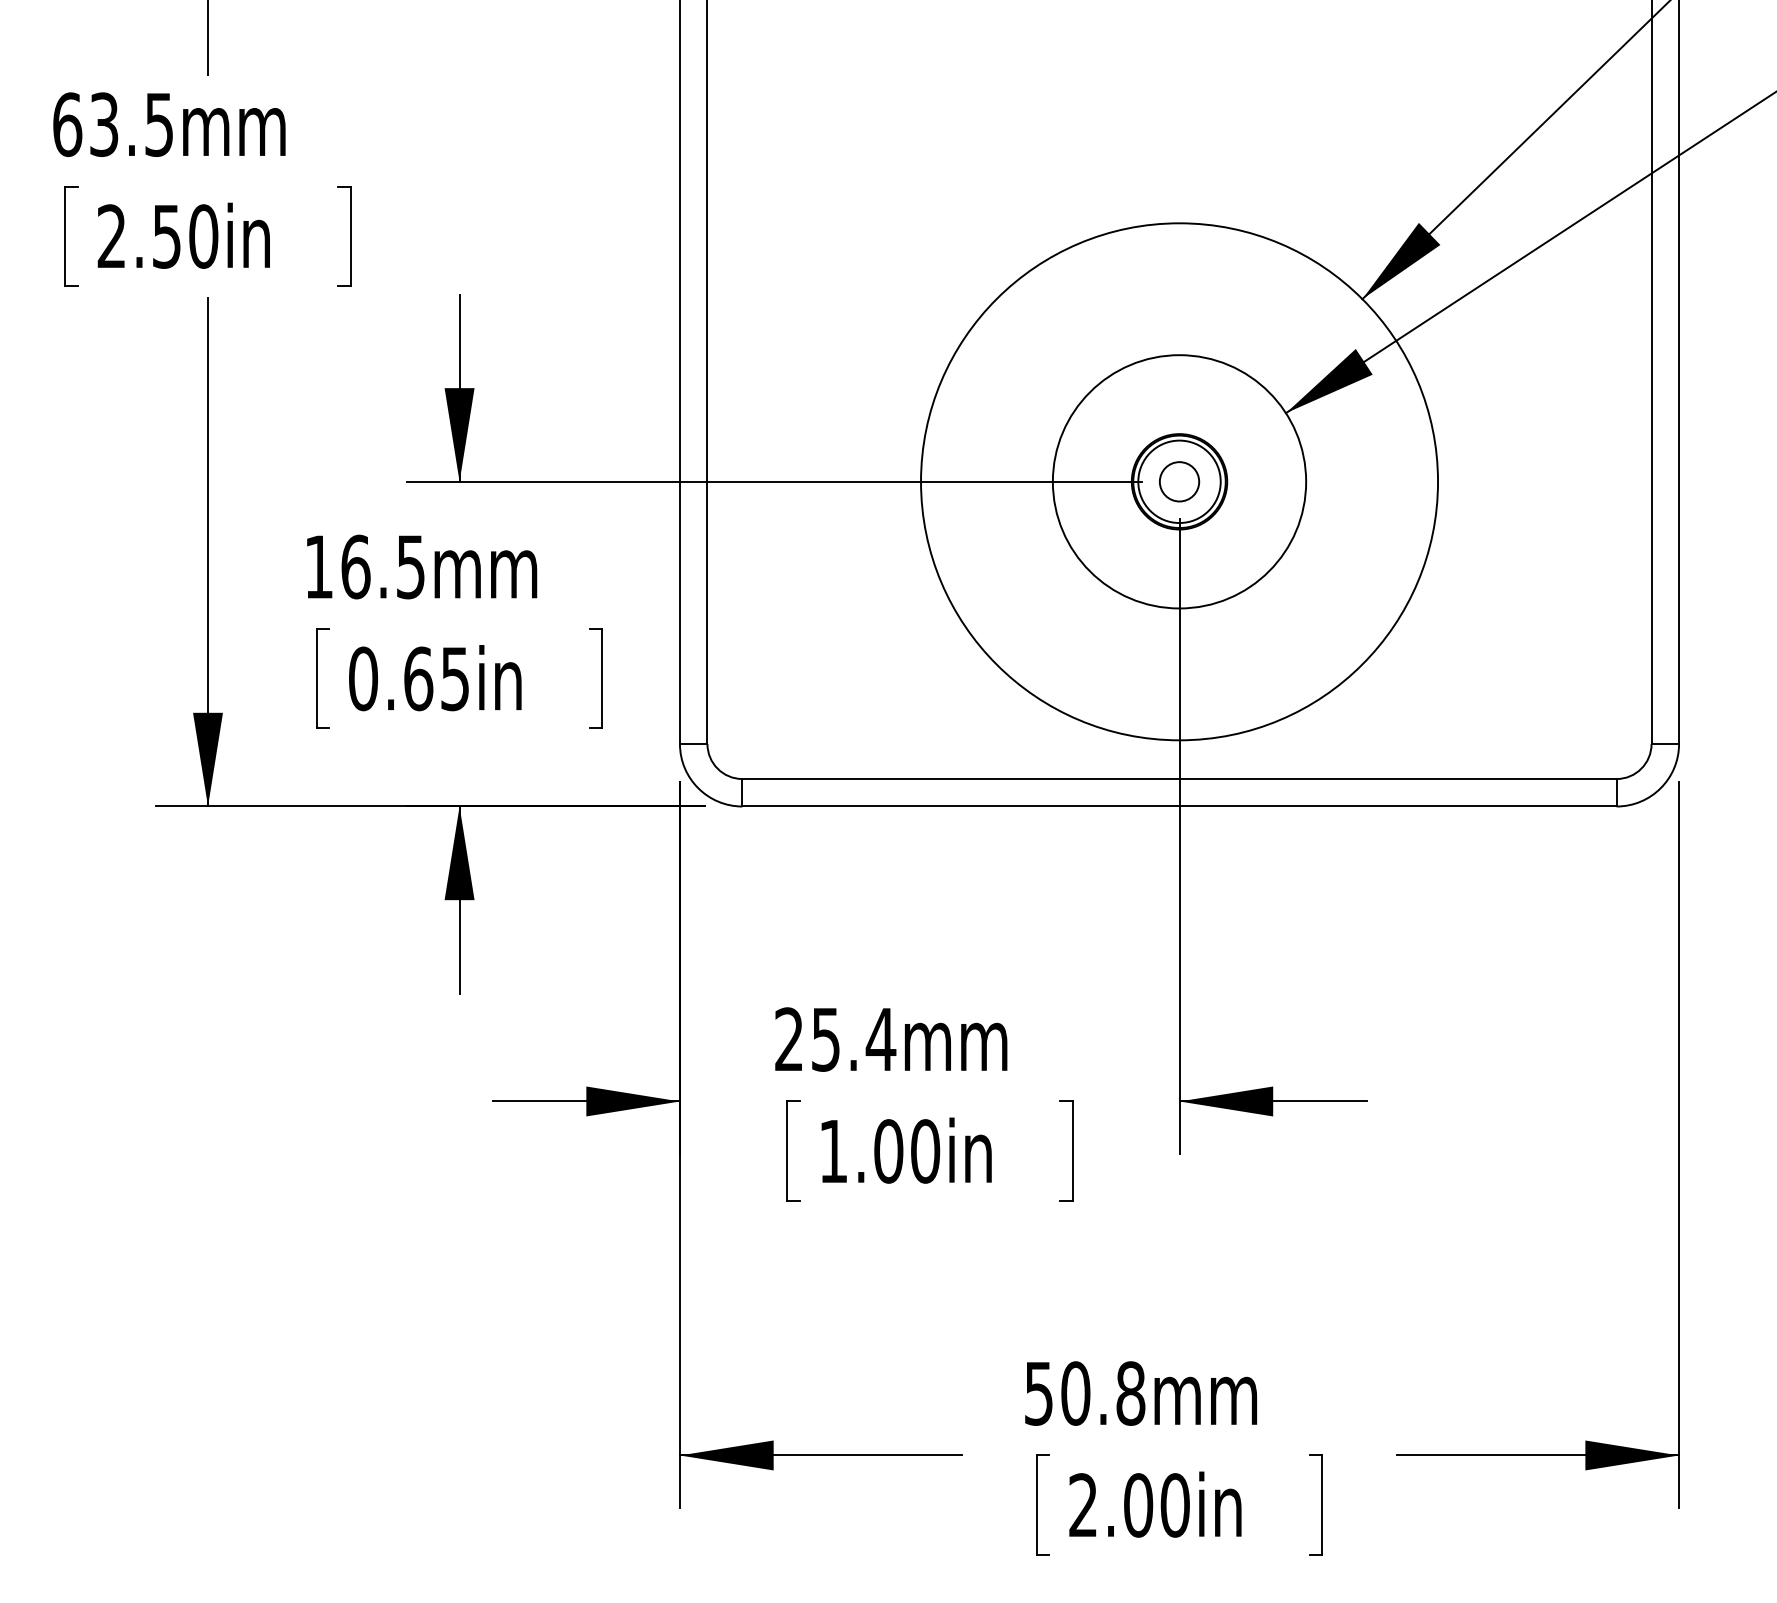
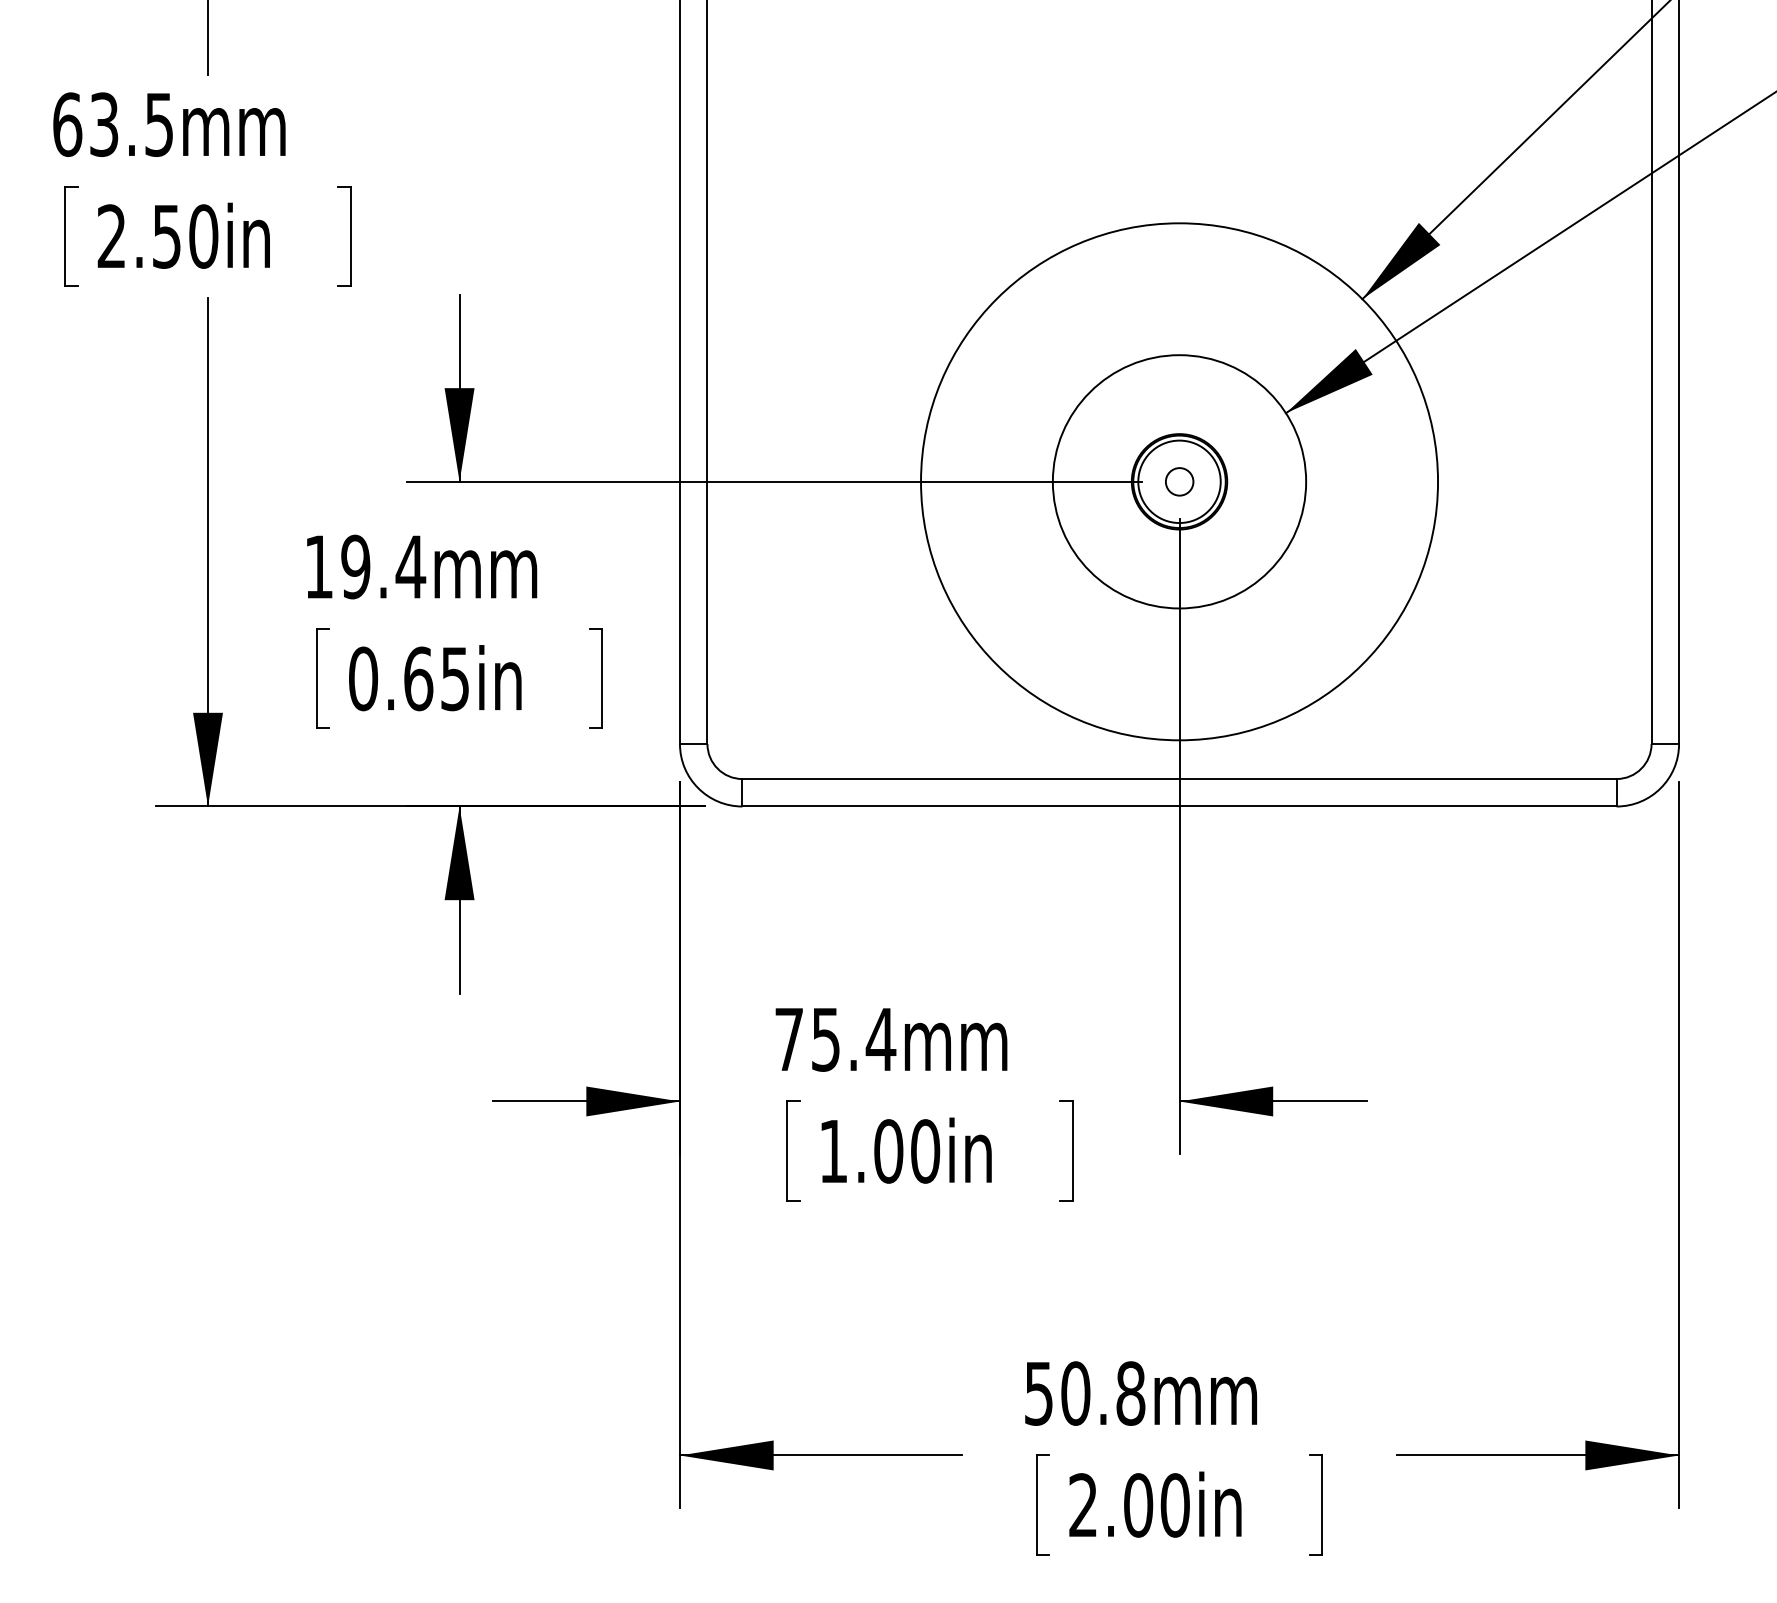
circle at (1179, 481) size: 42x42 px -> 30x30 px
text at (383, 566): 16.5mm -> 19.4mm
text at (788, 1038): 25.4mm -> 75.4mm
